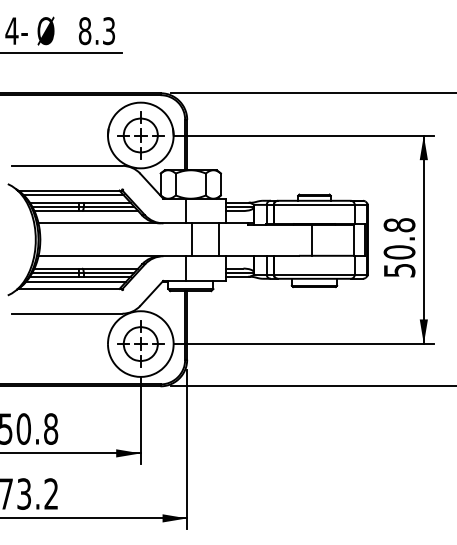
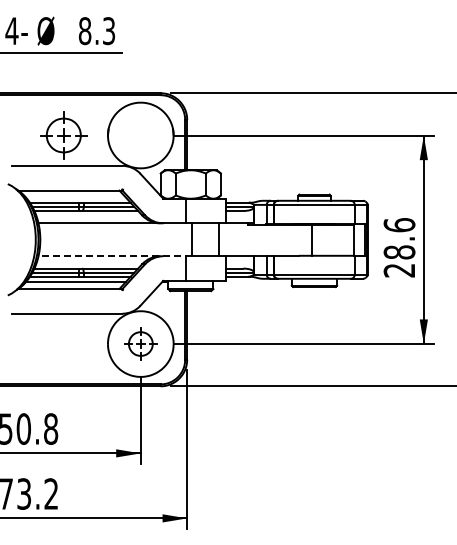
part at (140, 135) position: (140, 135) -> (63, 135)
line at (73, 195): present -> none
text at (399, 247): 50.8 -> 28.6
line at (115, 256): solid -> dashed
part at (140, 343) size: 48x48 px -> 34x34 px
